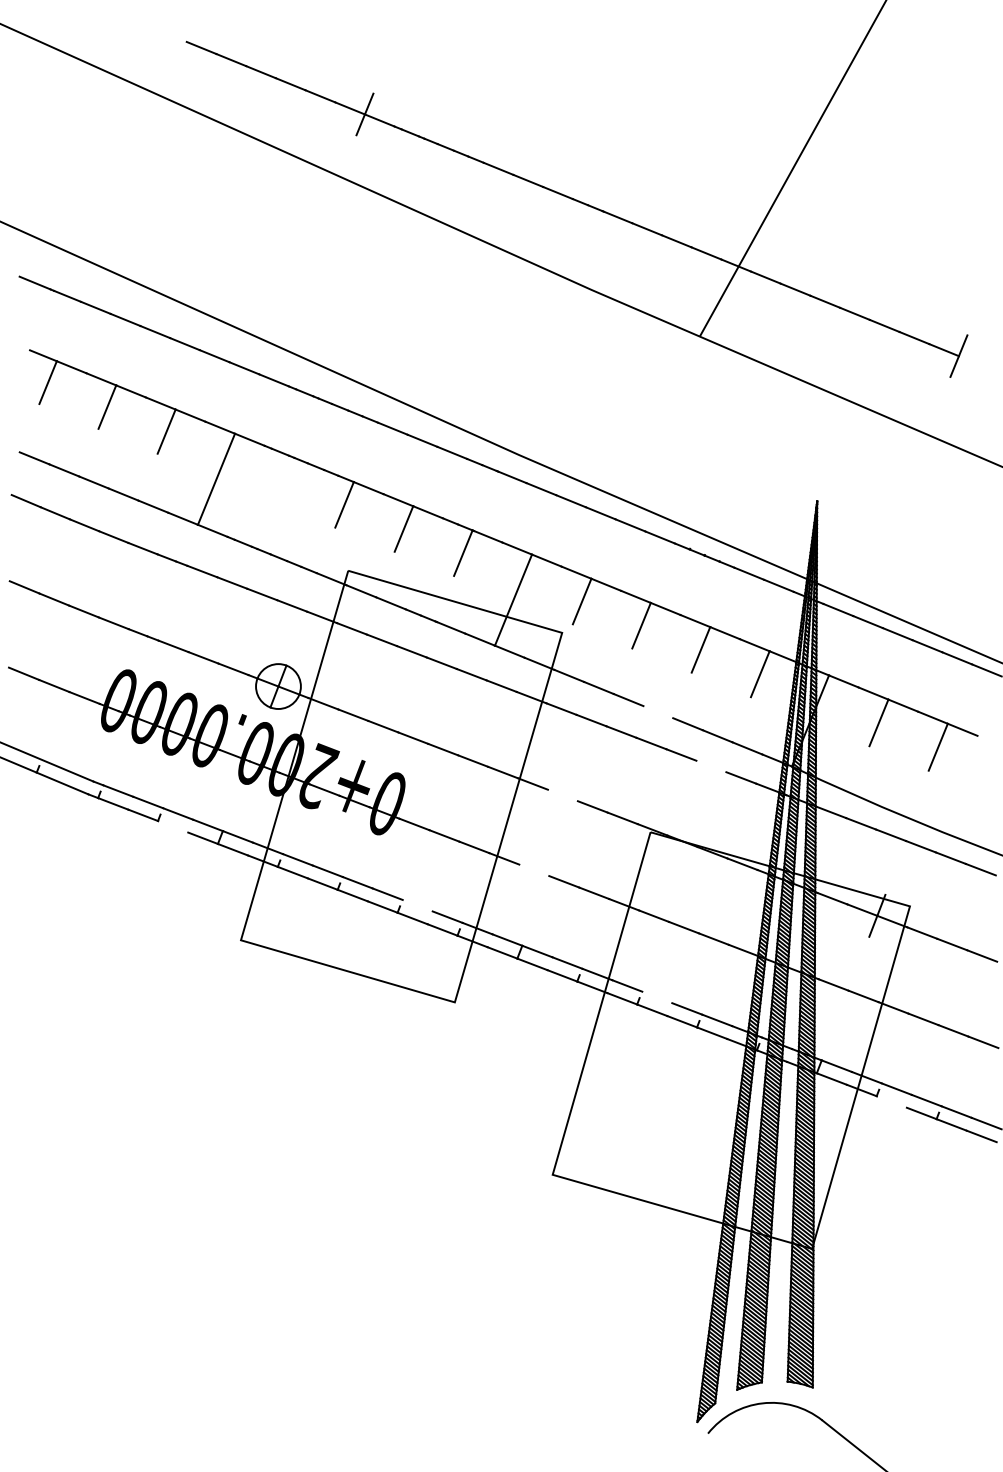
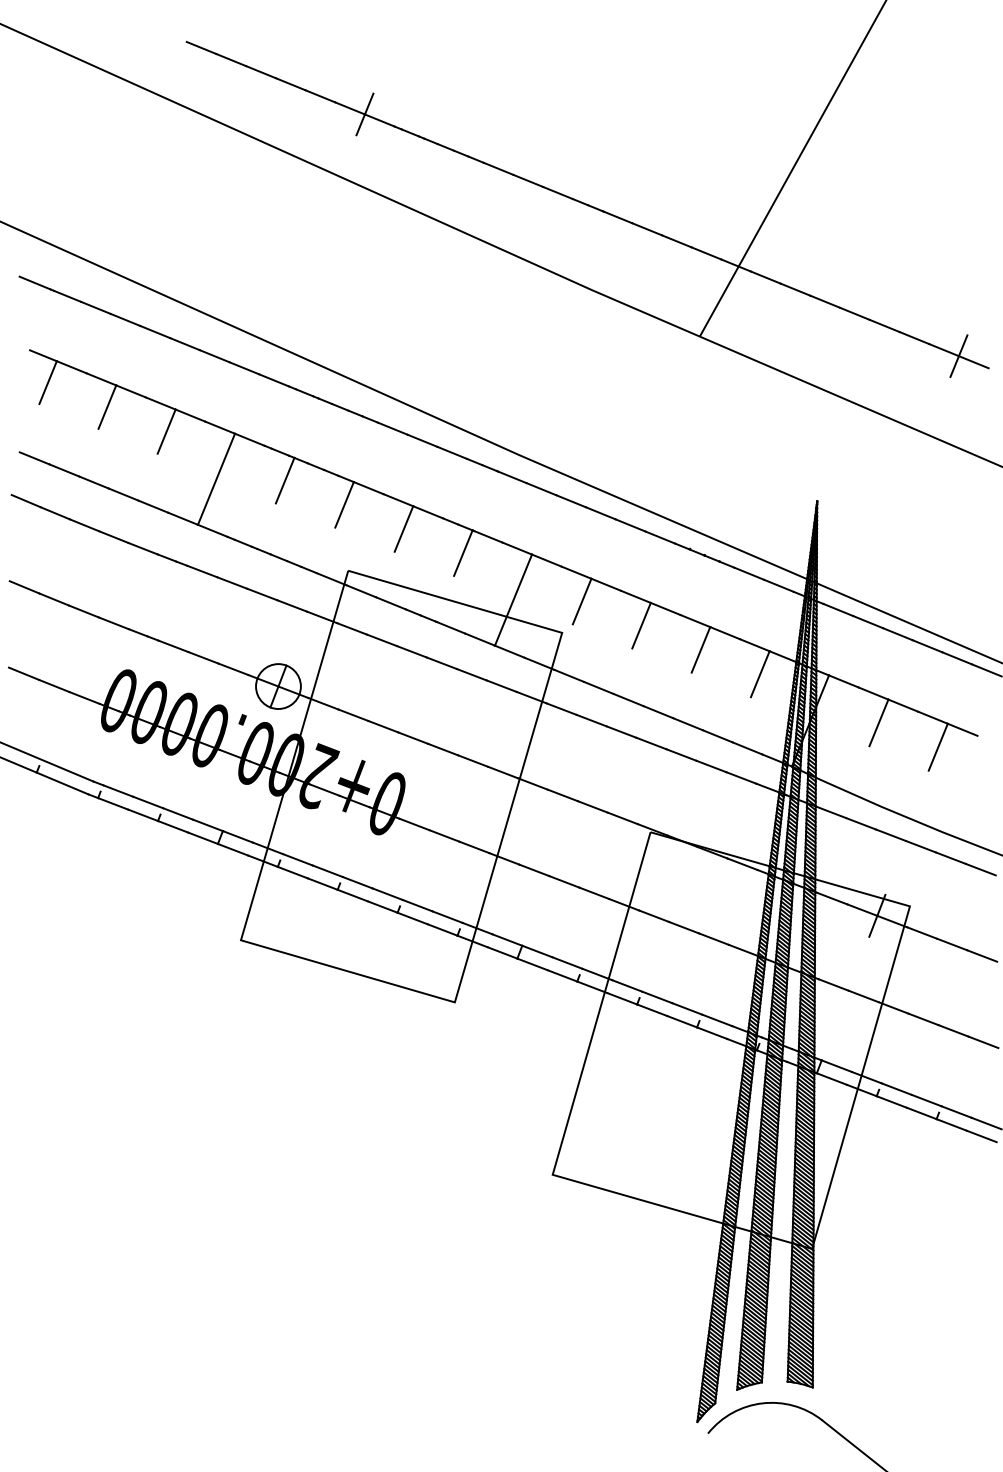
line at (973, 362): none -> present
line at (284, 480): none -> present
line at (658, 712): none -> present
line at (711, 766): none -> present
line at (562, 795): none -> present
line at (173, 826): none -> present
line at (534, 870): none -> present
line at (417, 905): none -> present
line at (657, 997): none -> present
line at (891, 1101): none -> present
